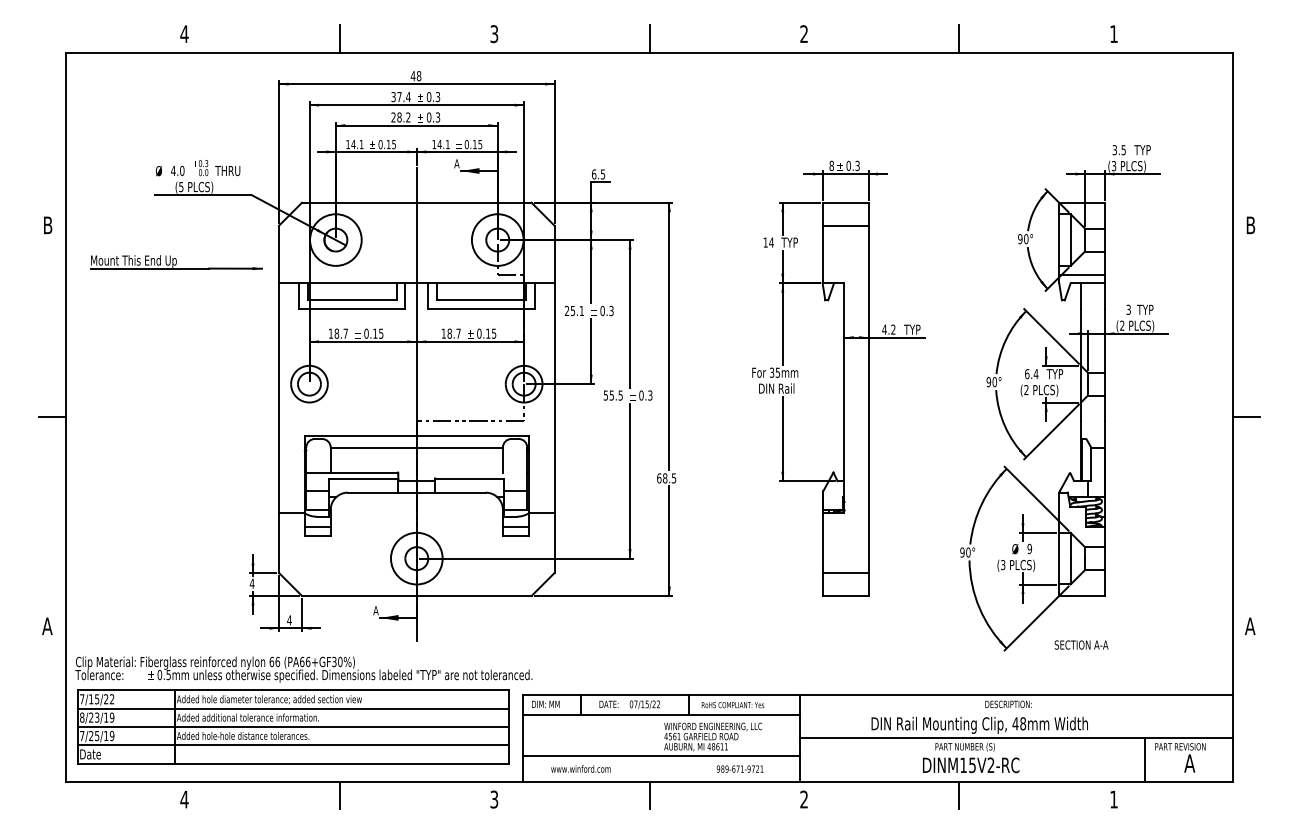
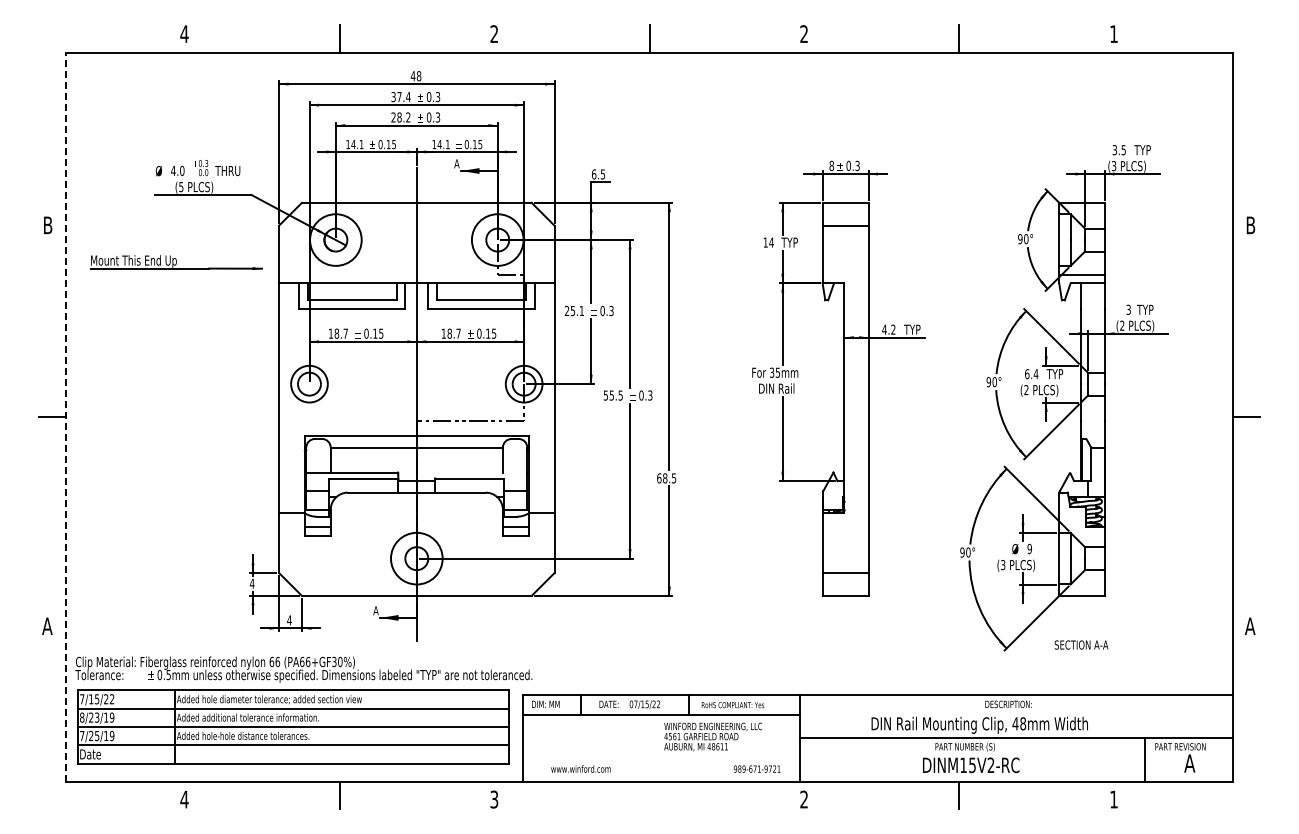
text at (494, 34): 3 -> 2
line at (66, 416): solid -> dashed
line at (660, 756): present -> none
text at (739, 768) position: (739, 768) -> (756, 768)
line at (649, 794): present -> none
